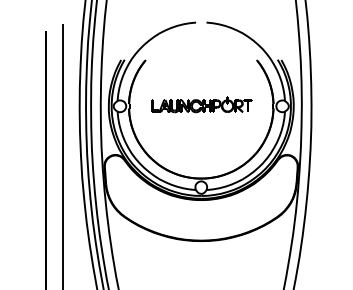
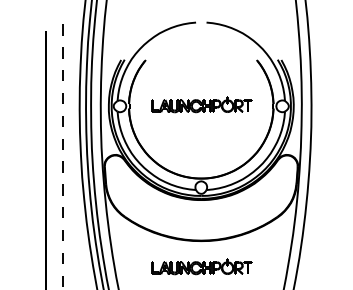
line at (62, 157): solid -> dashed
part at (201, 266): none -> present
